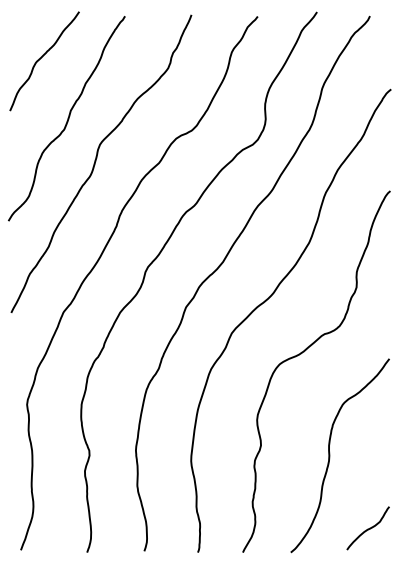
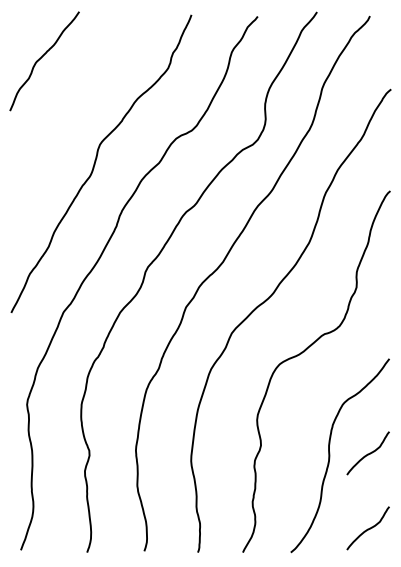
curve at (67, 118): present -> none
curve at (367, 453): none -> present
